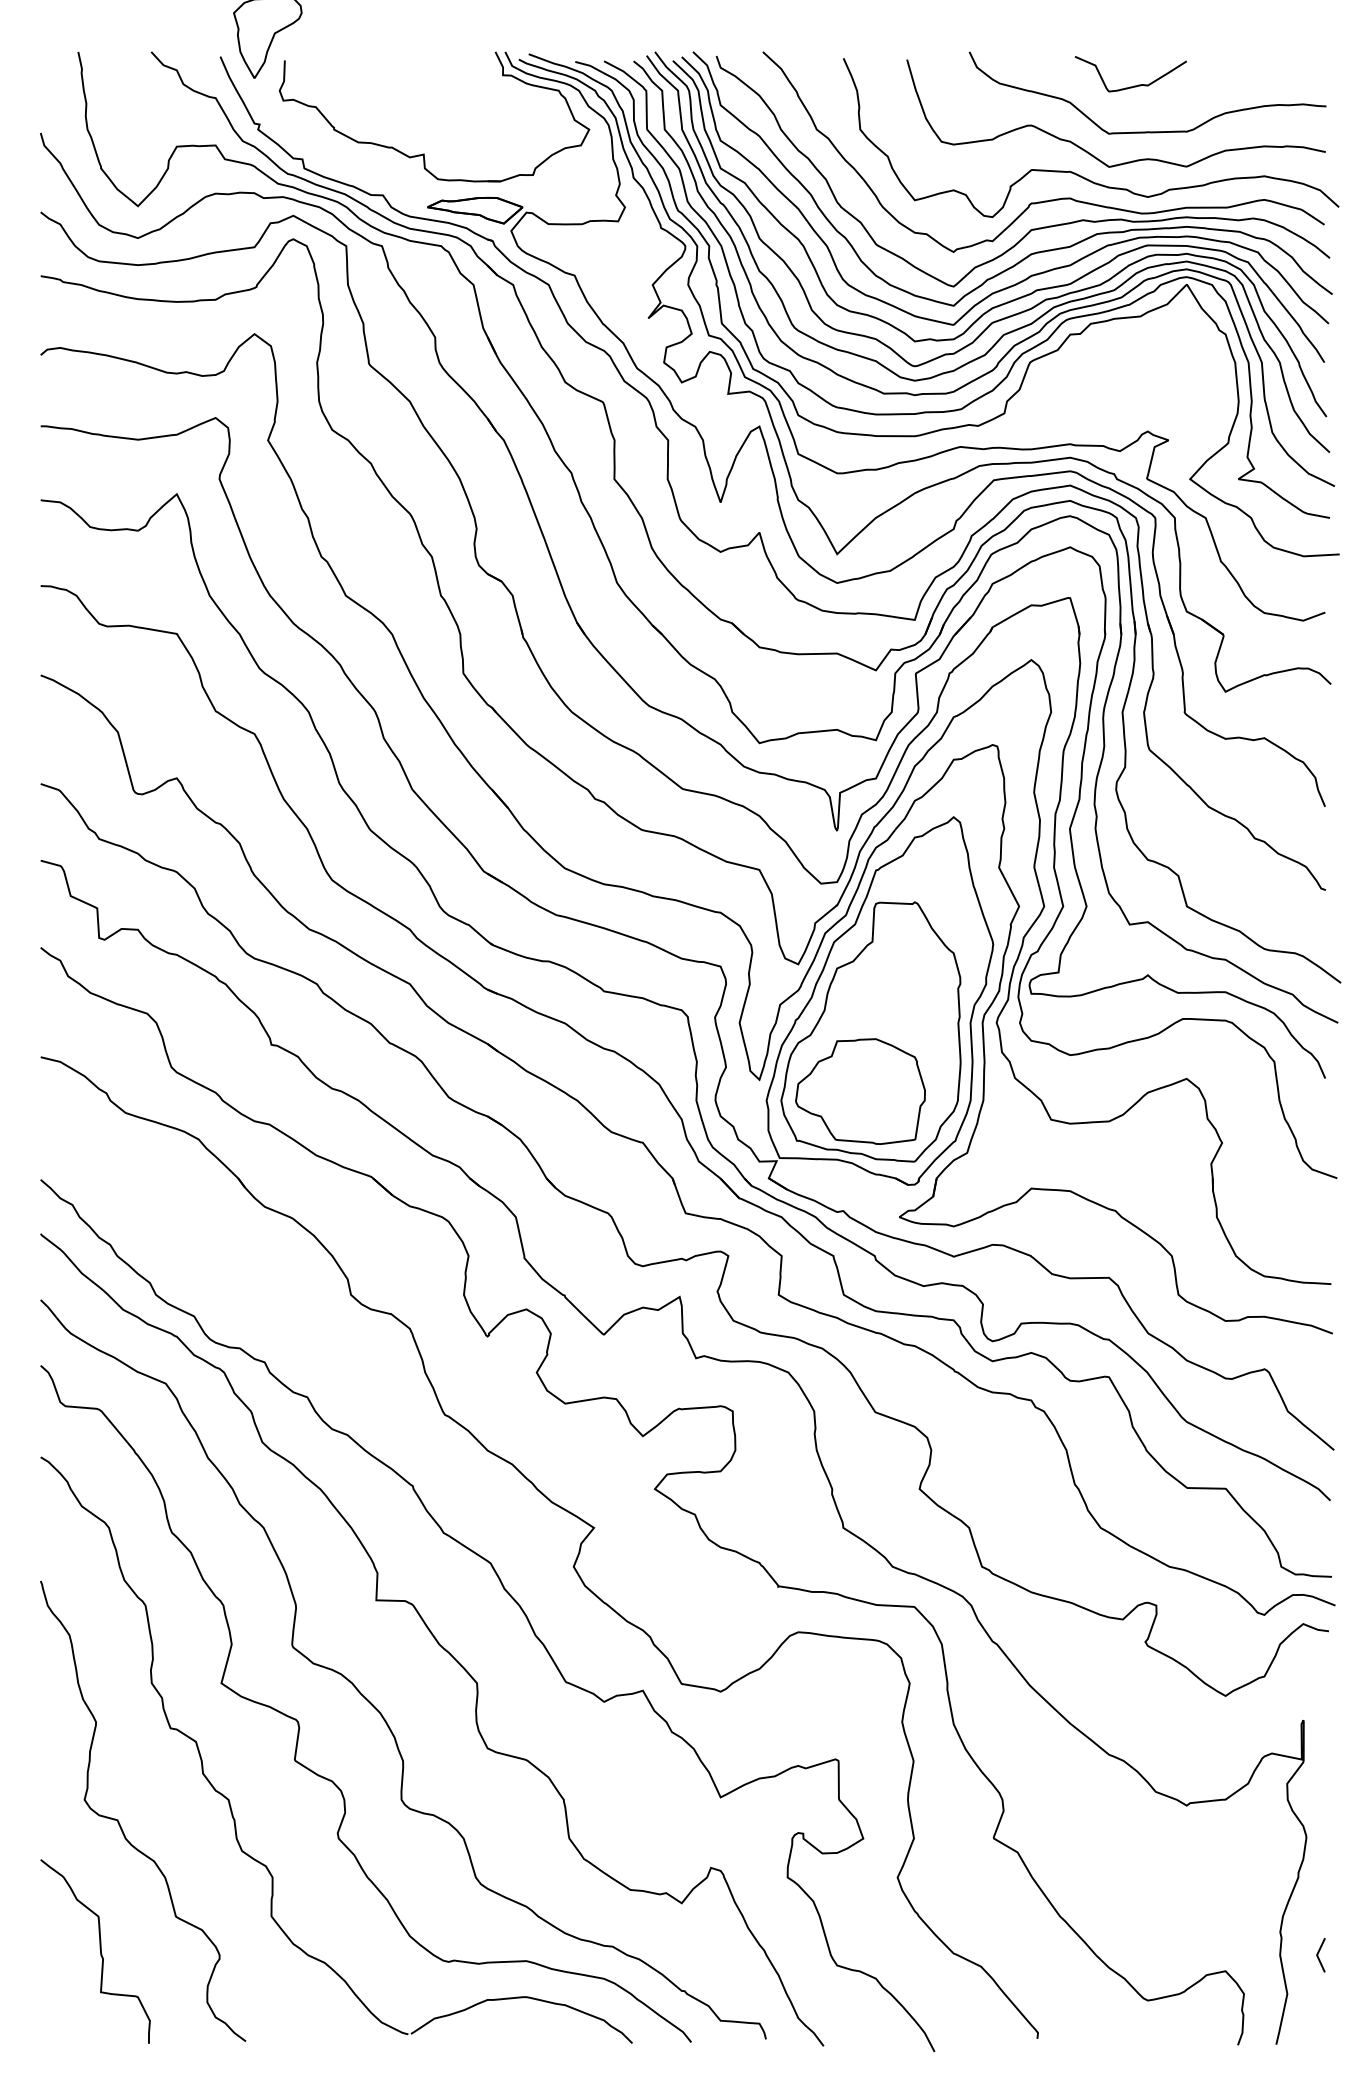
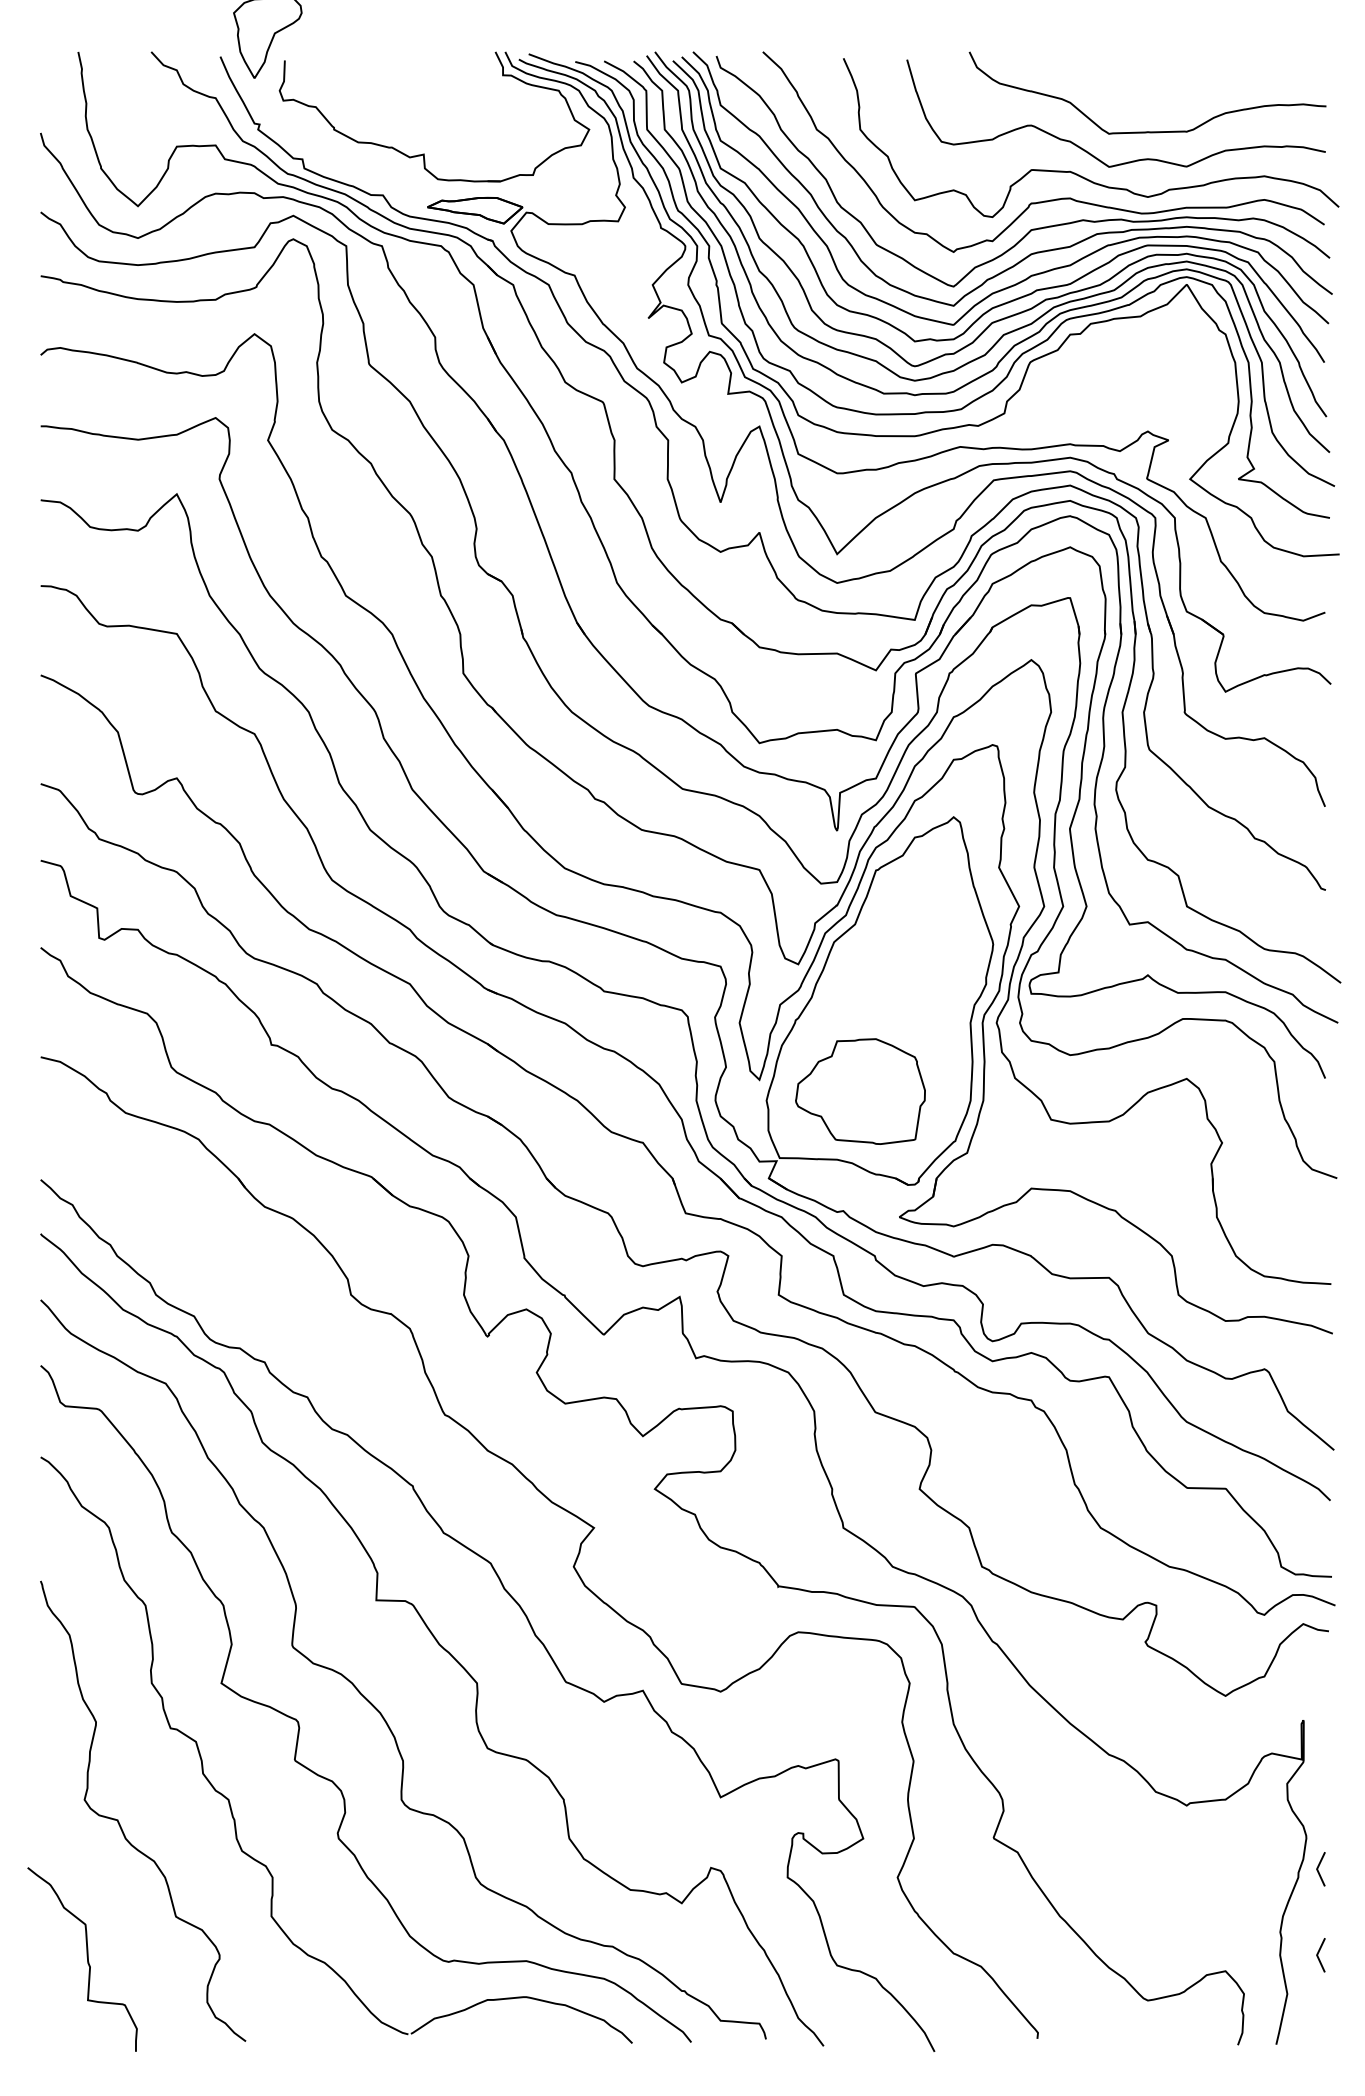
curve at (1134, 85): present -> none
part at (870, 1031): present -> none
line at (1318, 1869): none -> present
curve at (99, 1948) position: (99, 1948) -> (86, 1956)
